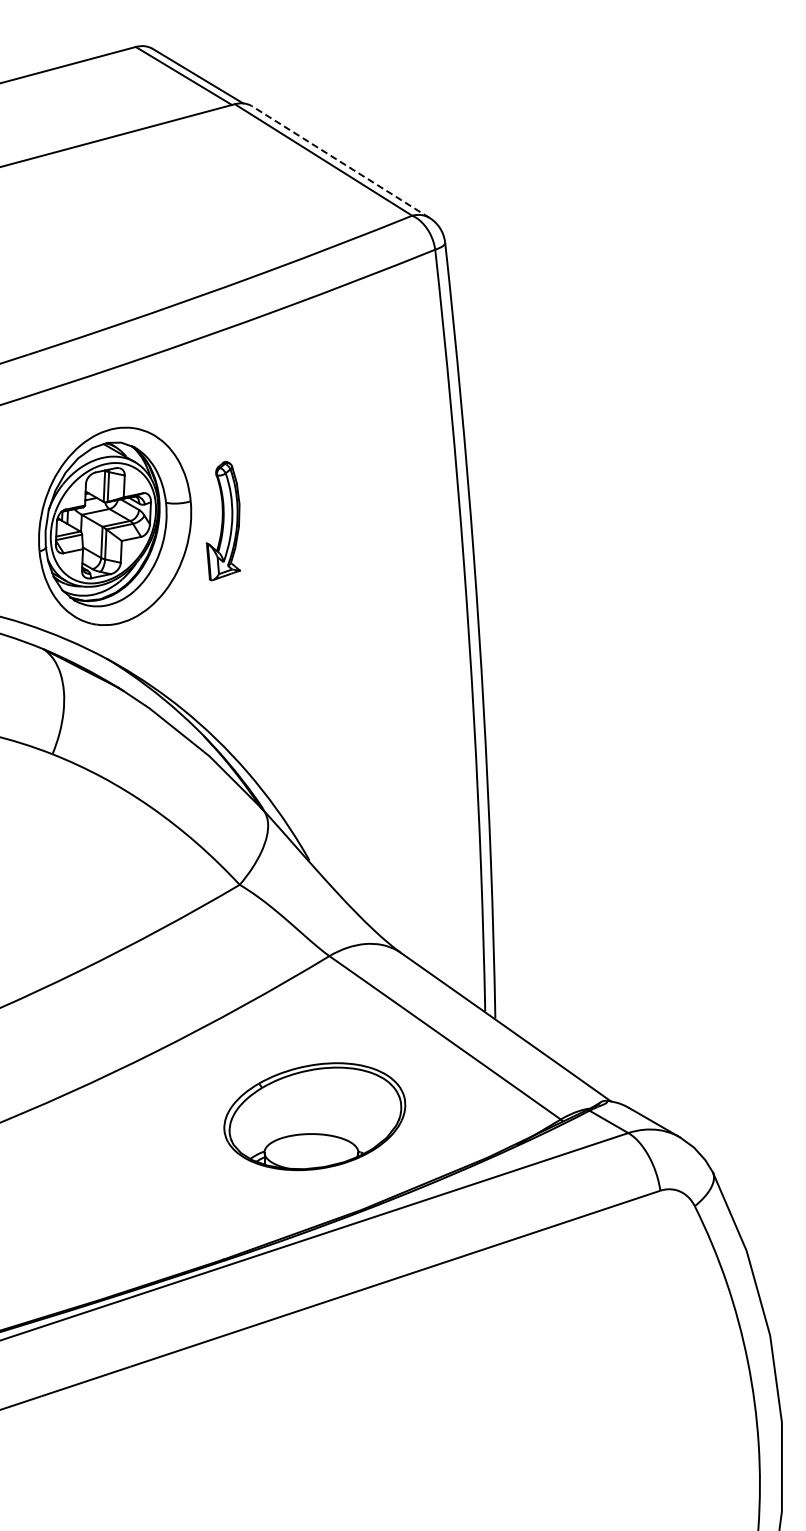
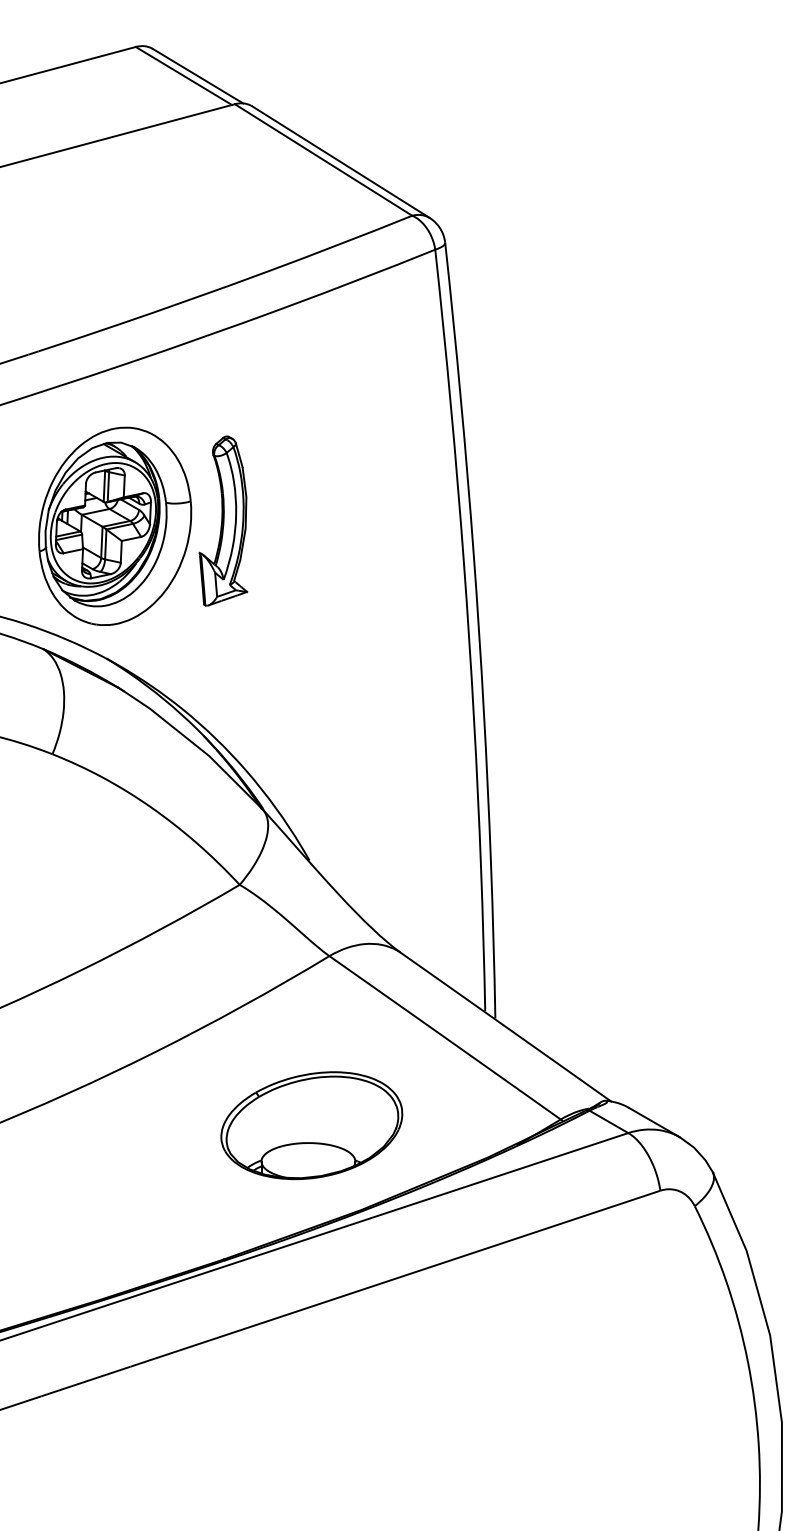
line at (341, 162): dashed -> solid
part at (223, 521) size: 37x121 px -> 51x172 px
part at (314, 1116) position: (314, 1116) -> (311, 1125)
